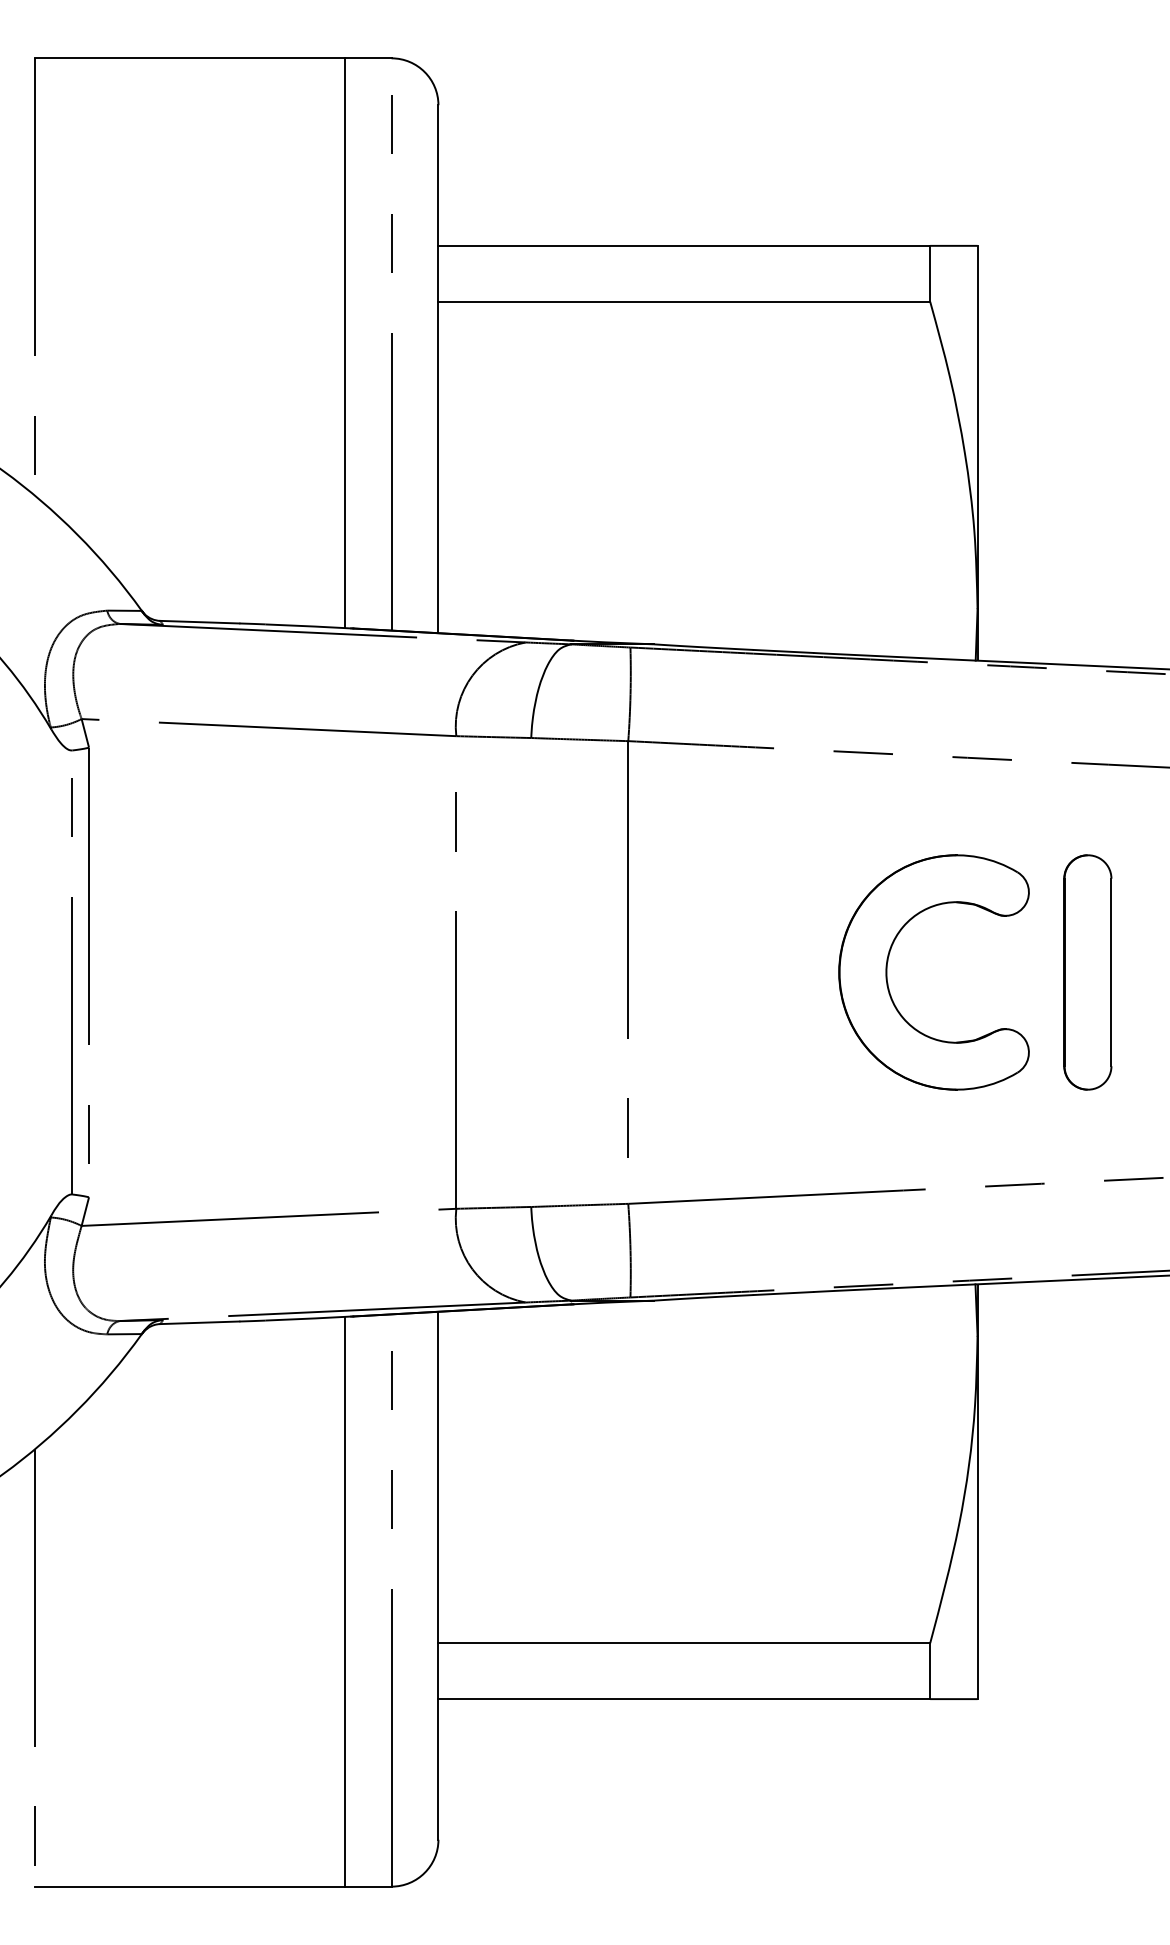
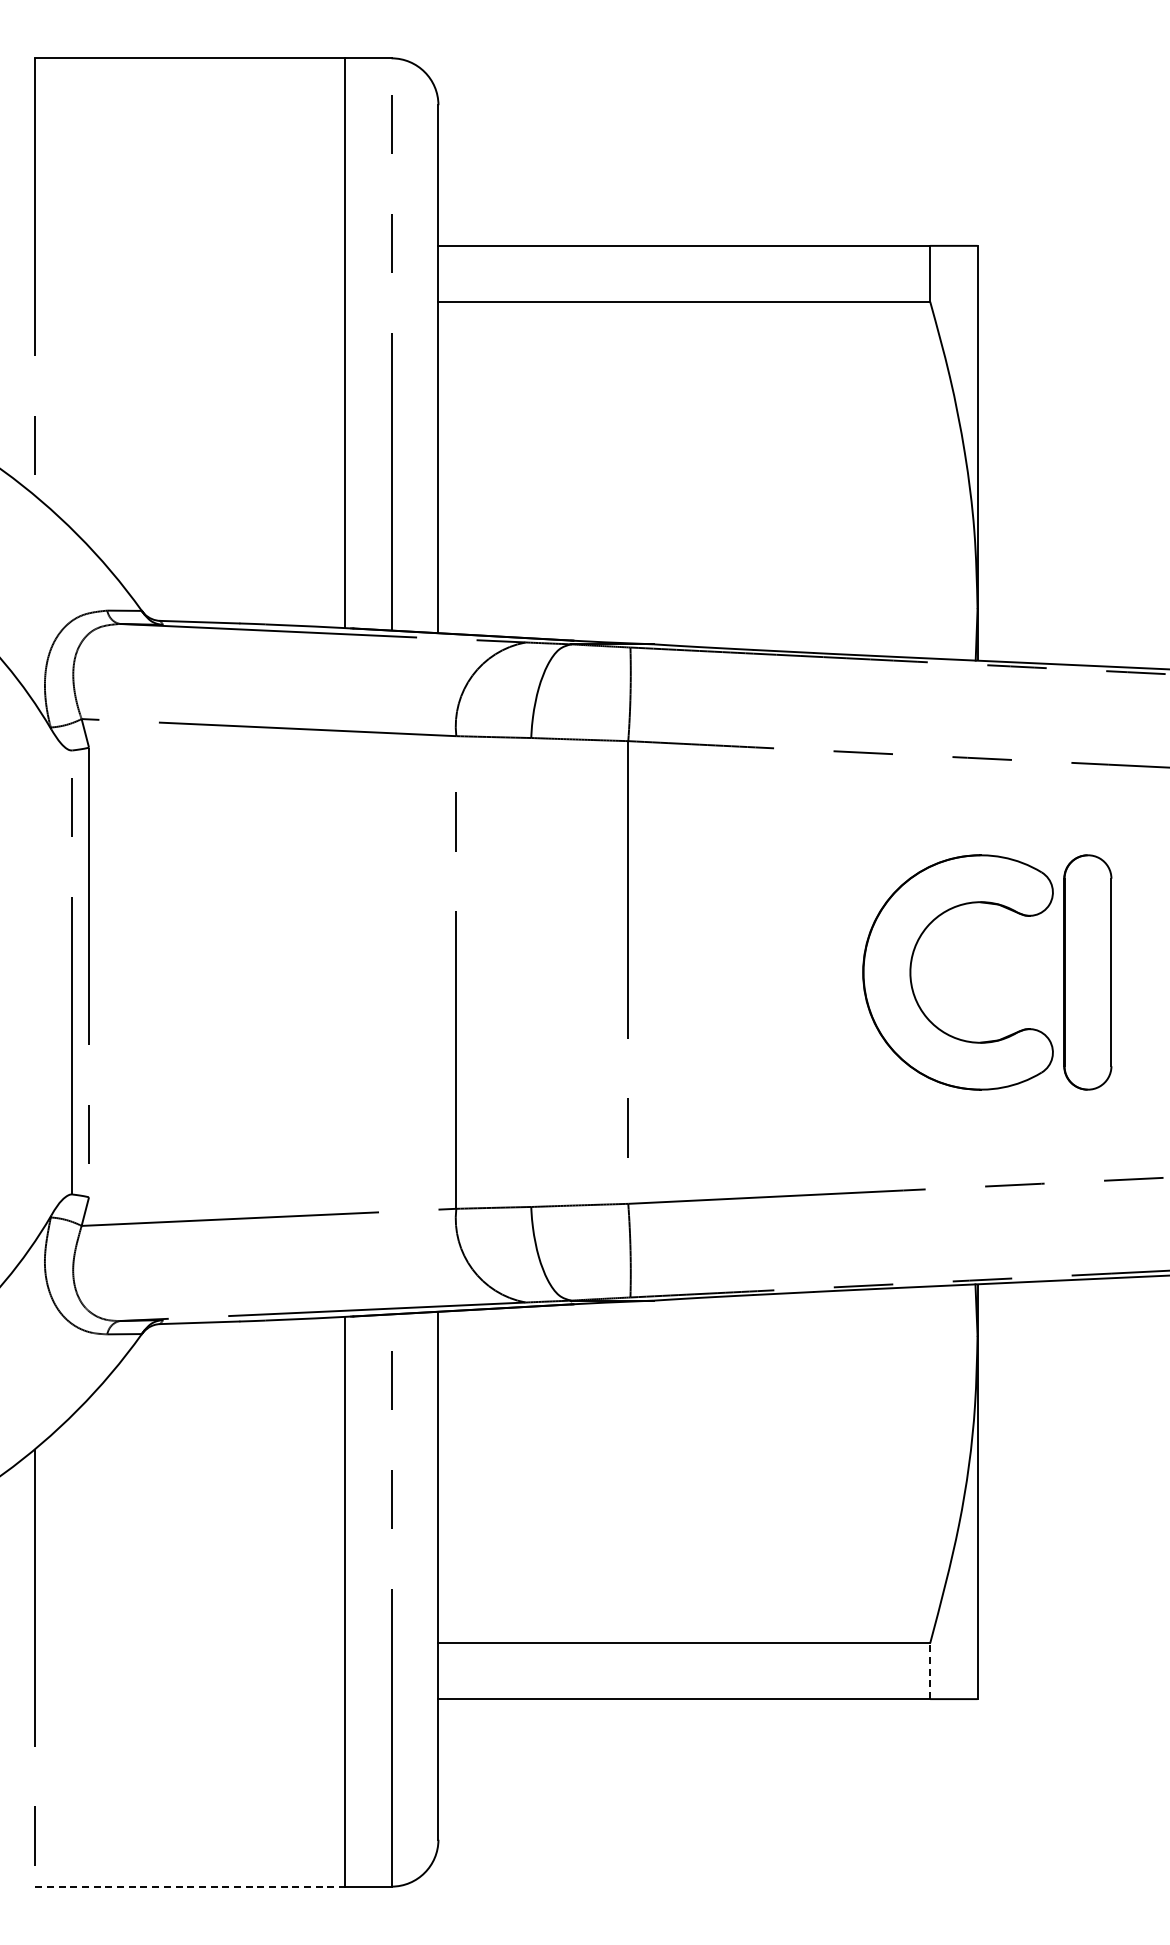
part at (887, 972) position: (887, 972) -> (911, 972)
line at (930, 1671): solid -> dashed
line at (189, 1886): solid -> dashed
